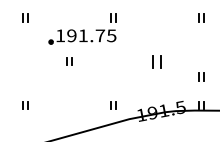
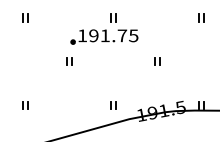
part at (82, 36) position: (82, 36) -> (104, 36)
part at (156, 61) size: 10x14 px -> 7x9 px
part at (201, 76): present -> none
